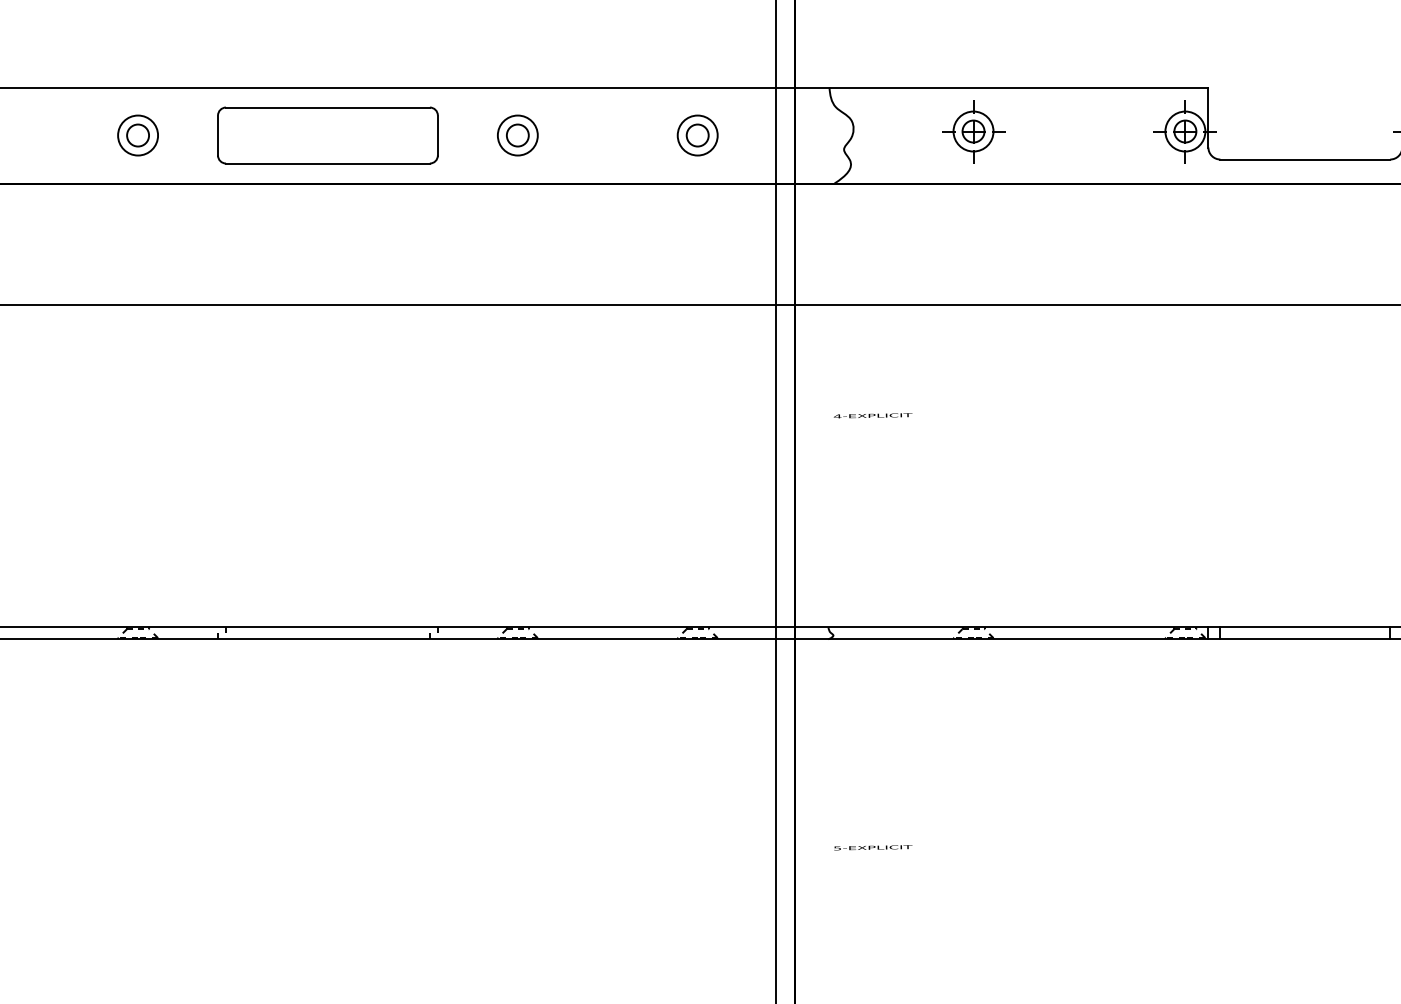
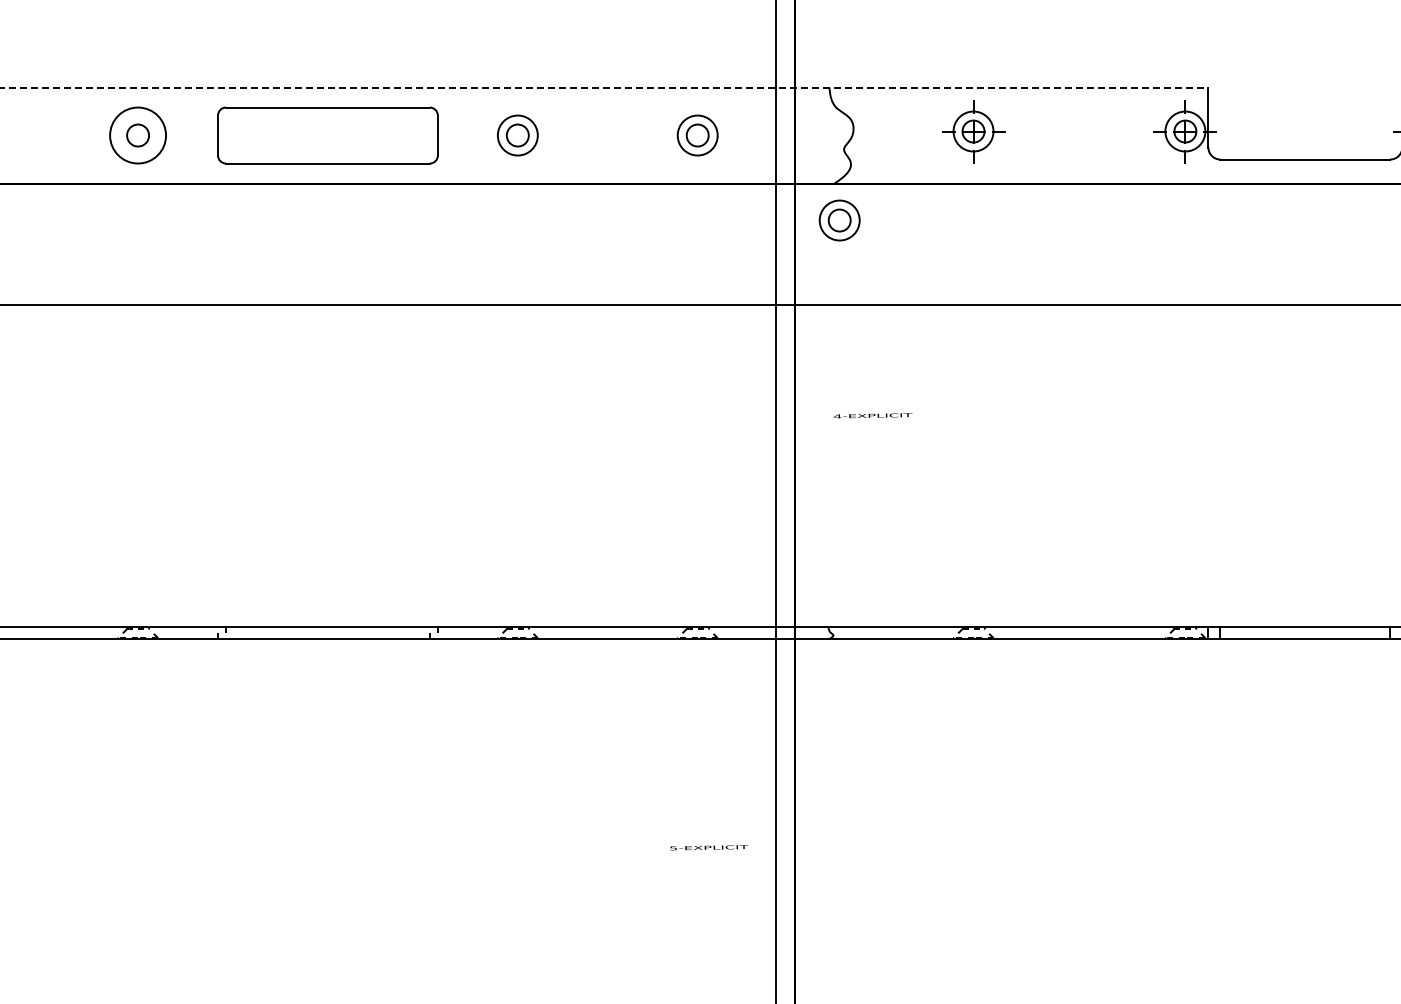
line at (604, 87): solid -> dashed
circle at (138, 135) diameter: 40 px -> 56 px
part at (839, 220): none -> present
text at (873, 847) position: (873, 847) -> (709, 847)
